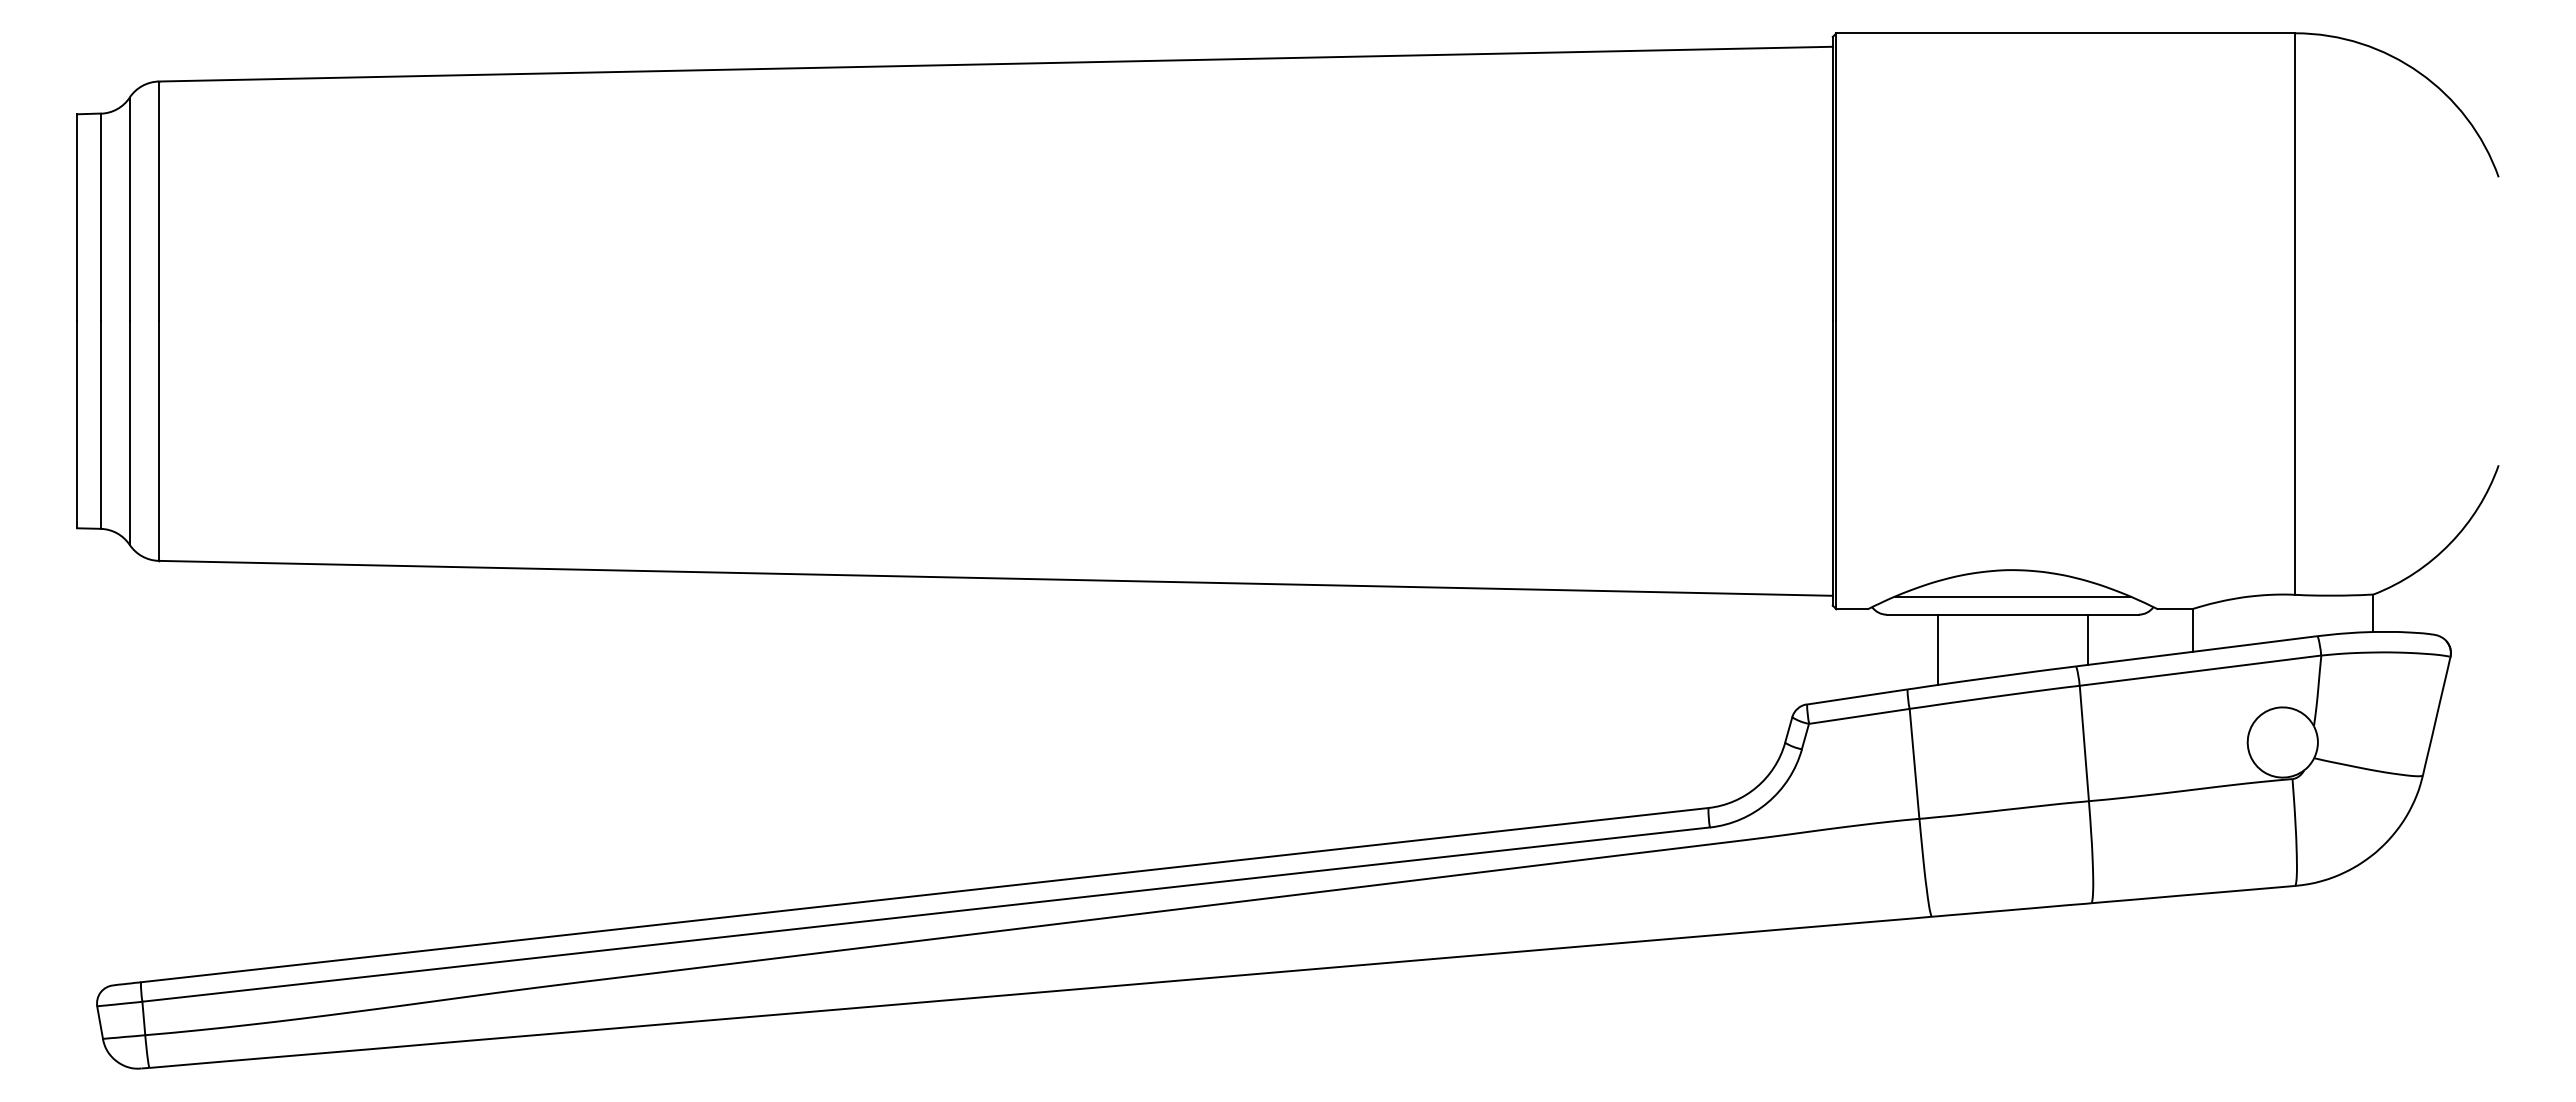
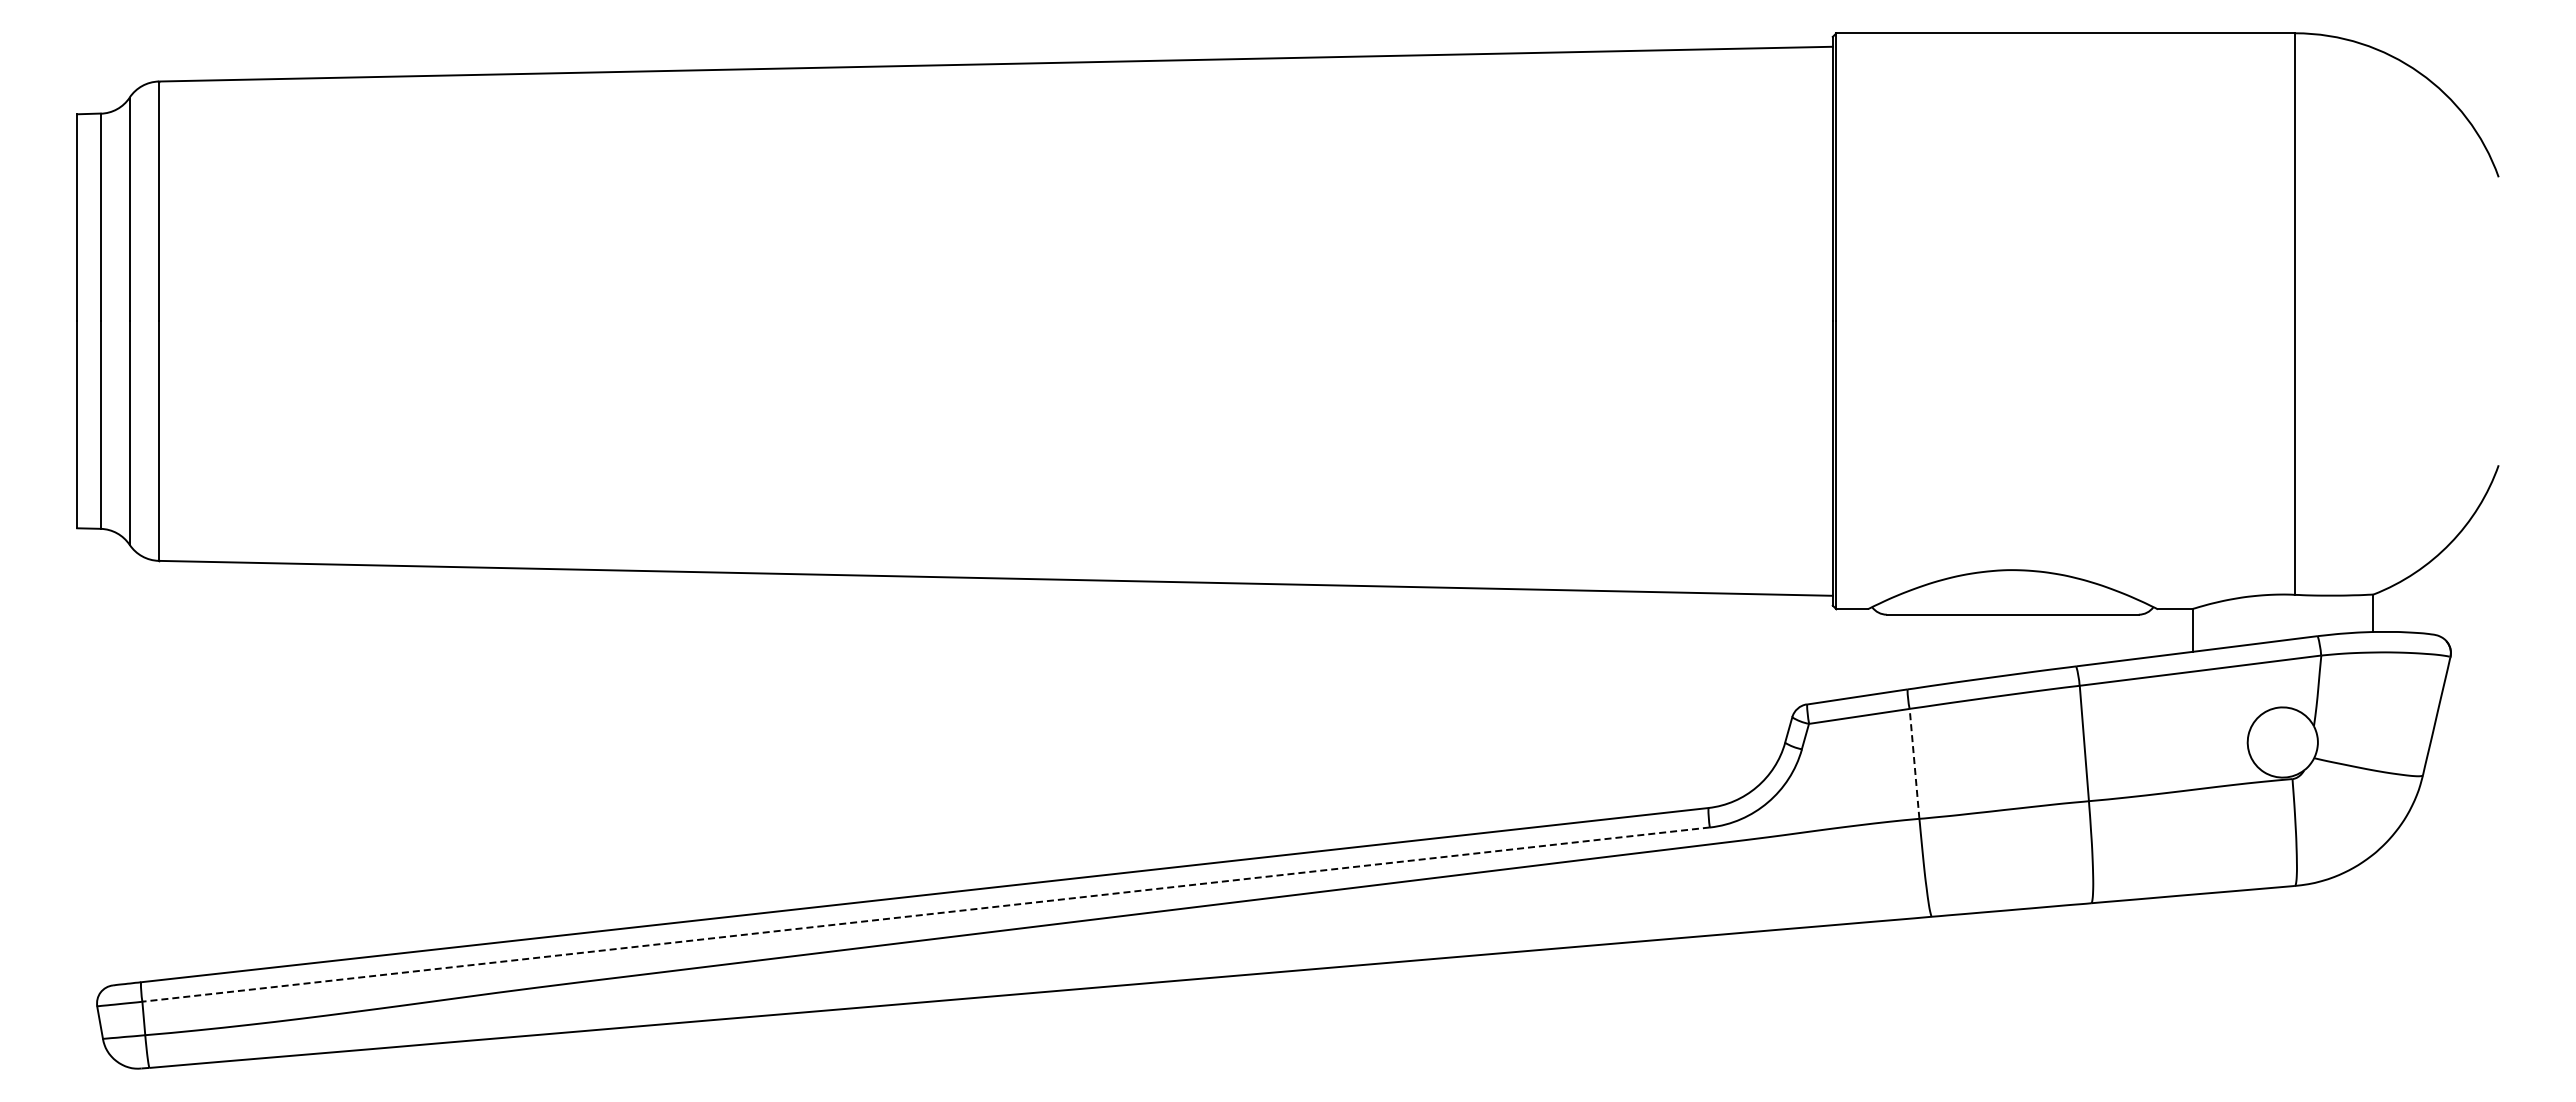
line at (2012, 596): present -> none
line at (2087, 639): present -> none
line at (1938, 649): present -> none
line at (1914, 763): solid -> dashed
line at (926, 914): solid -> dashed
